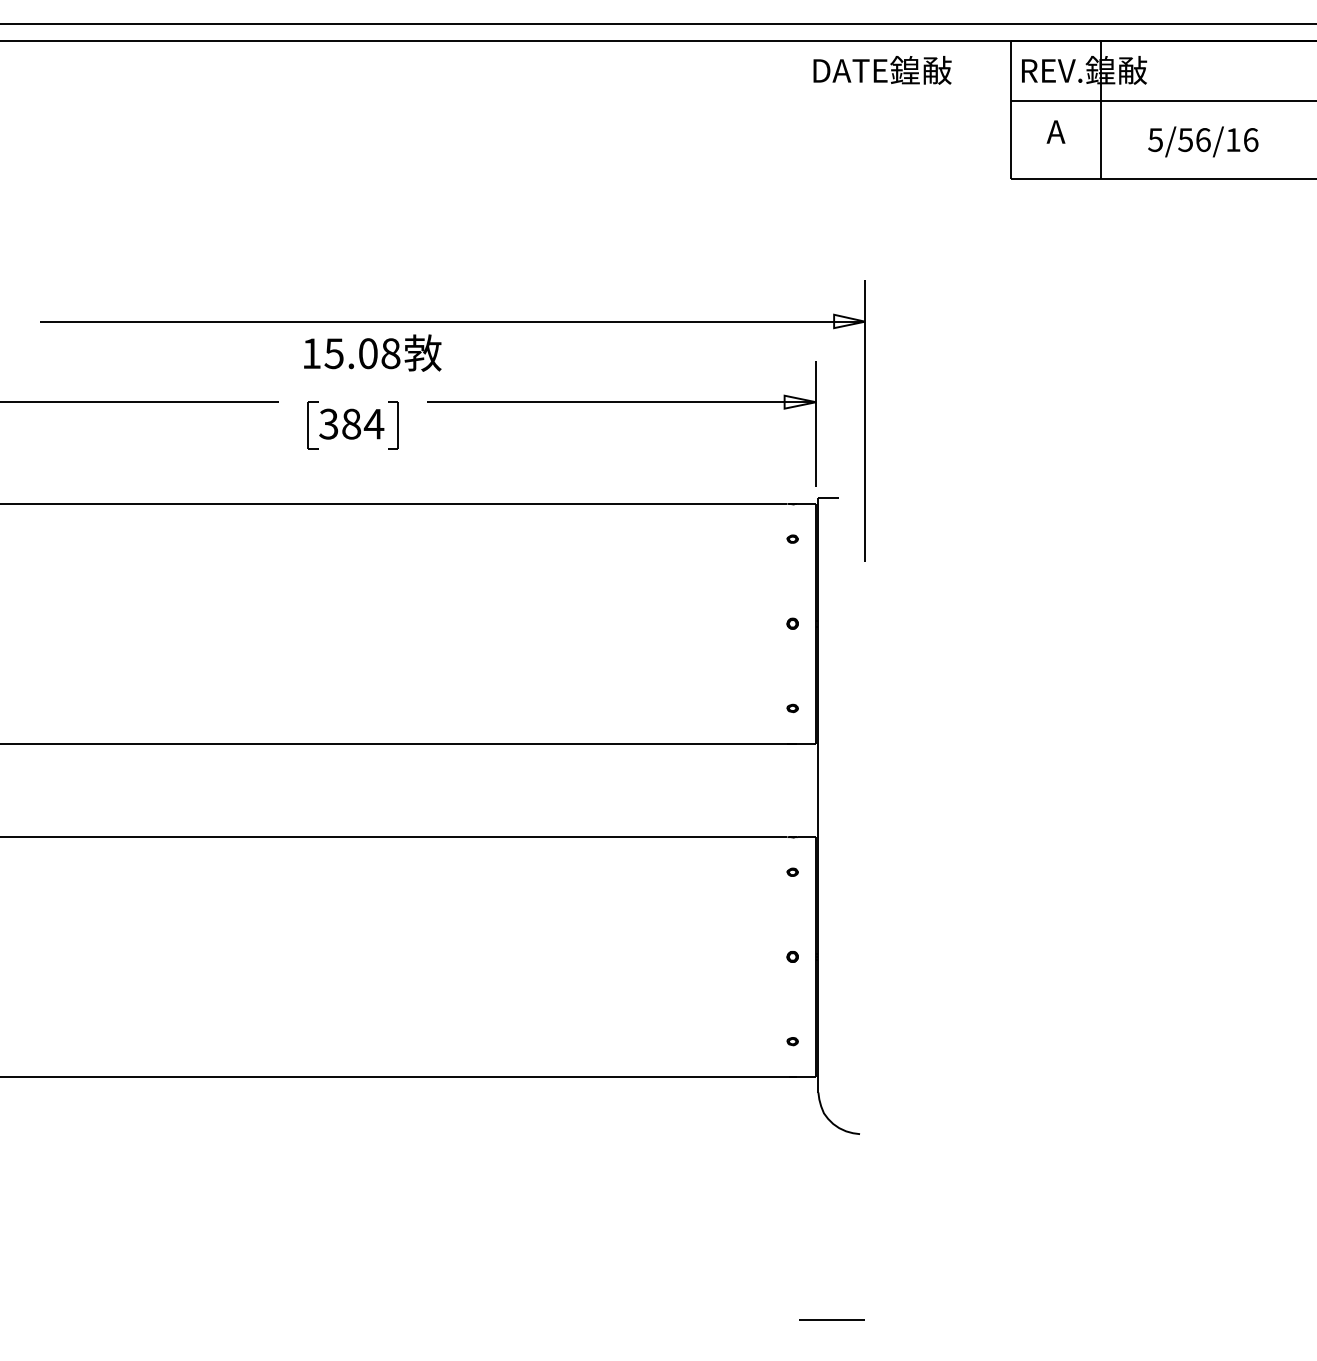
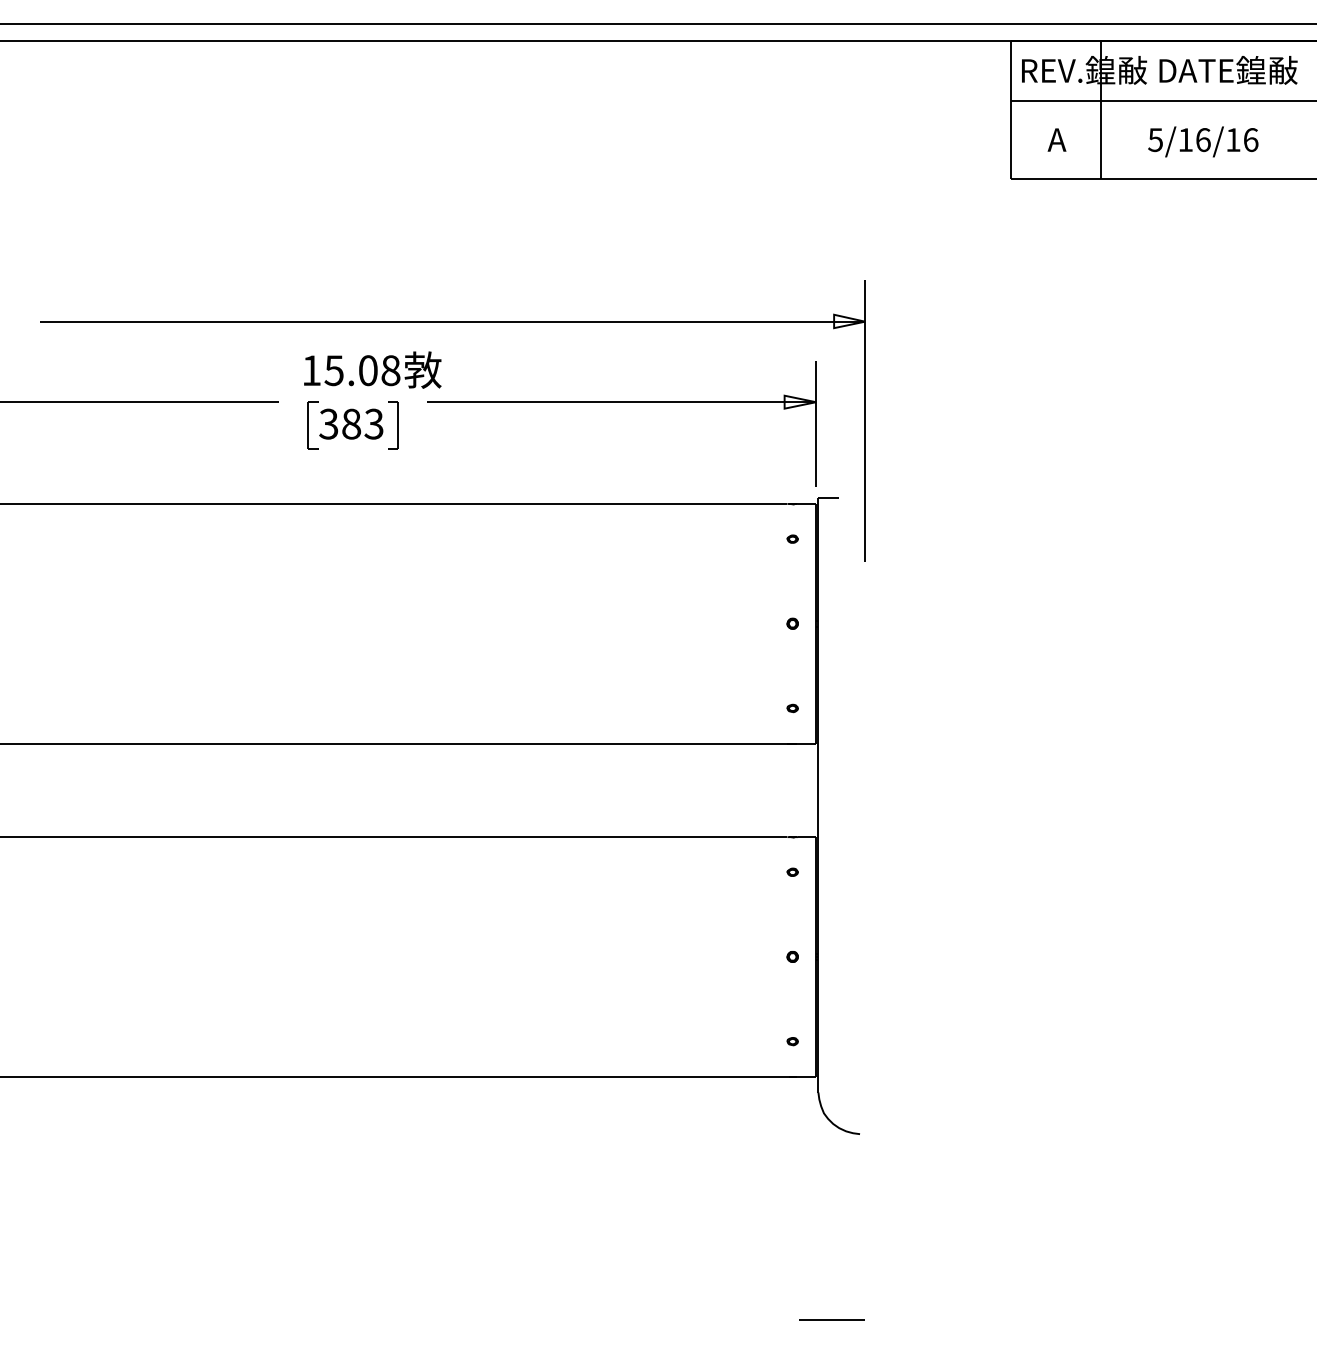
text at (882, 70) position: (882, 70) -> (1228, 70)
text at (1055, 131) position: (1055, 131) -> (1056, 139)
text at (1185, 140): 5/56/16 -> 5/16/16
text at (372, 352) position: (372, 352) -> (372, 369)
text at (373, 423): 384 -> 383
